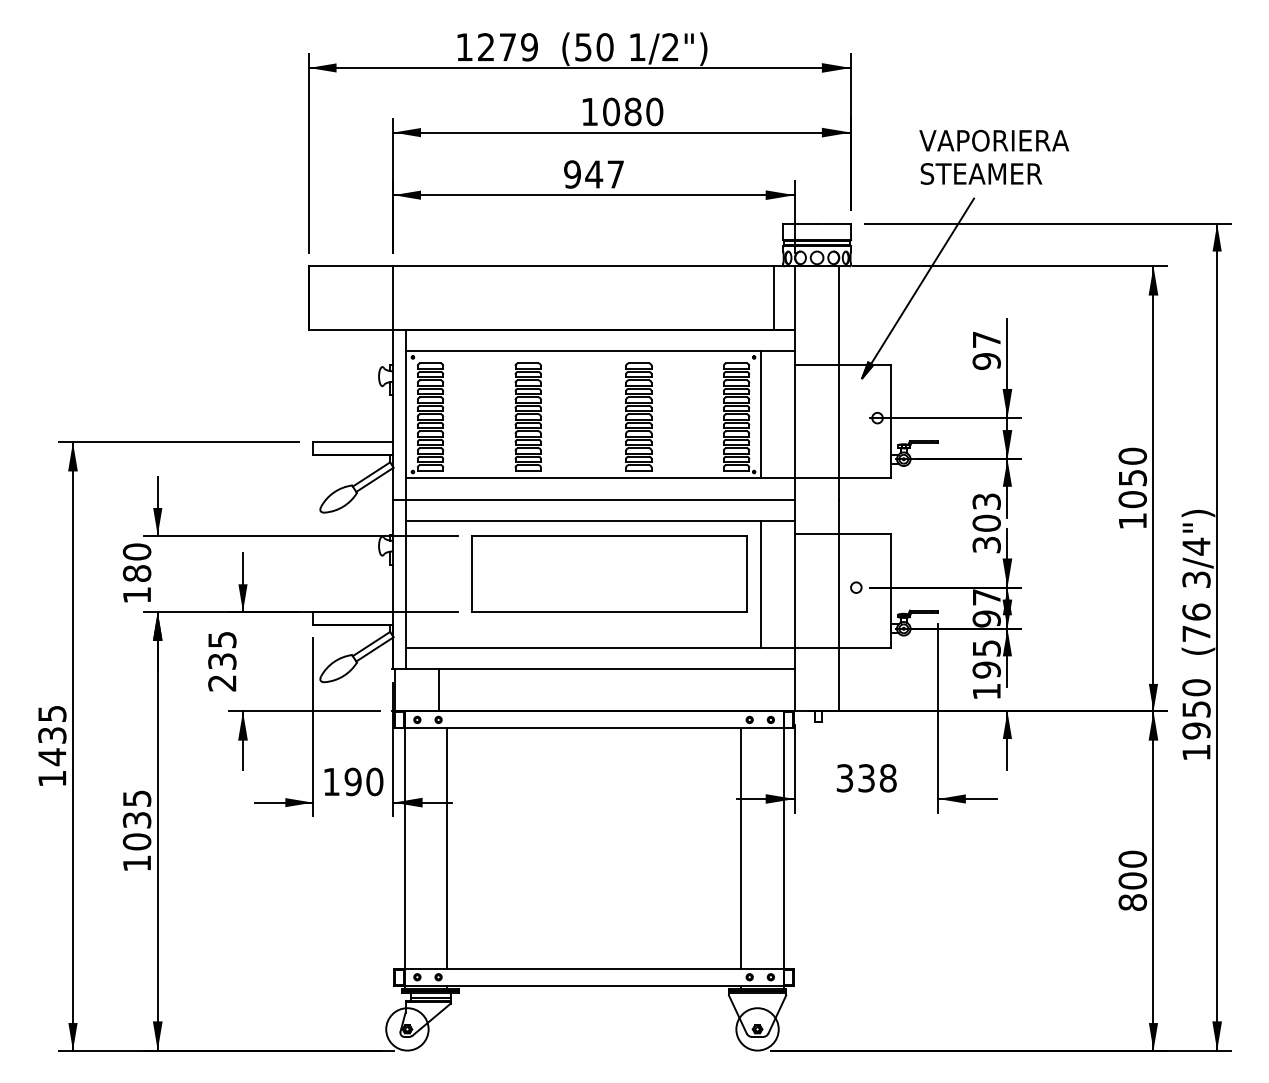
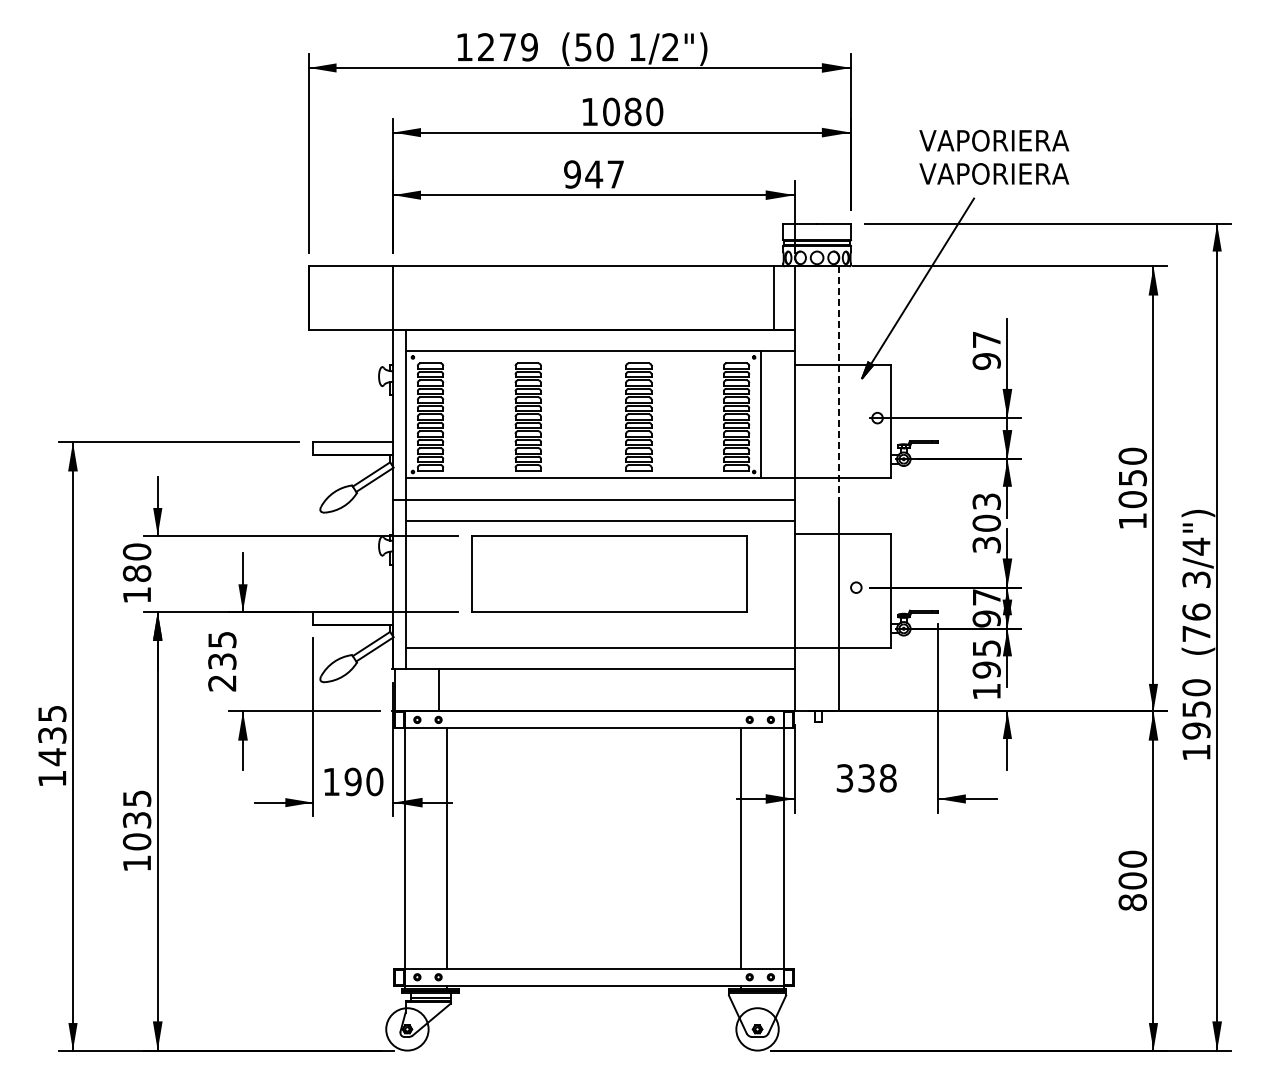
text at (994, 173): STEAMER -> VAPORIERA
line at (839, 382): solid -> dashed
line at (760, 583): present -> none
